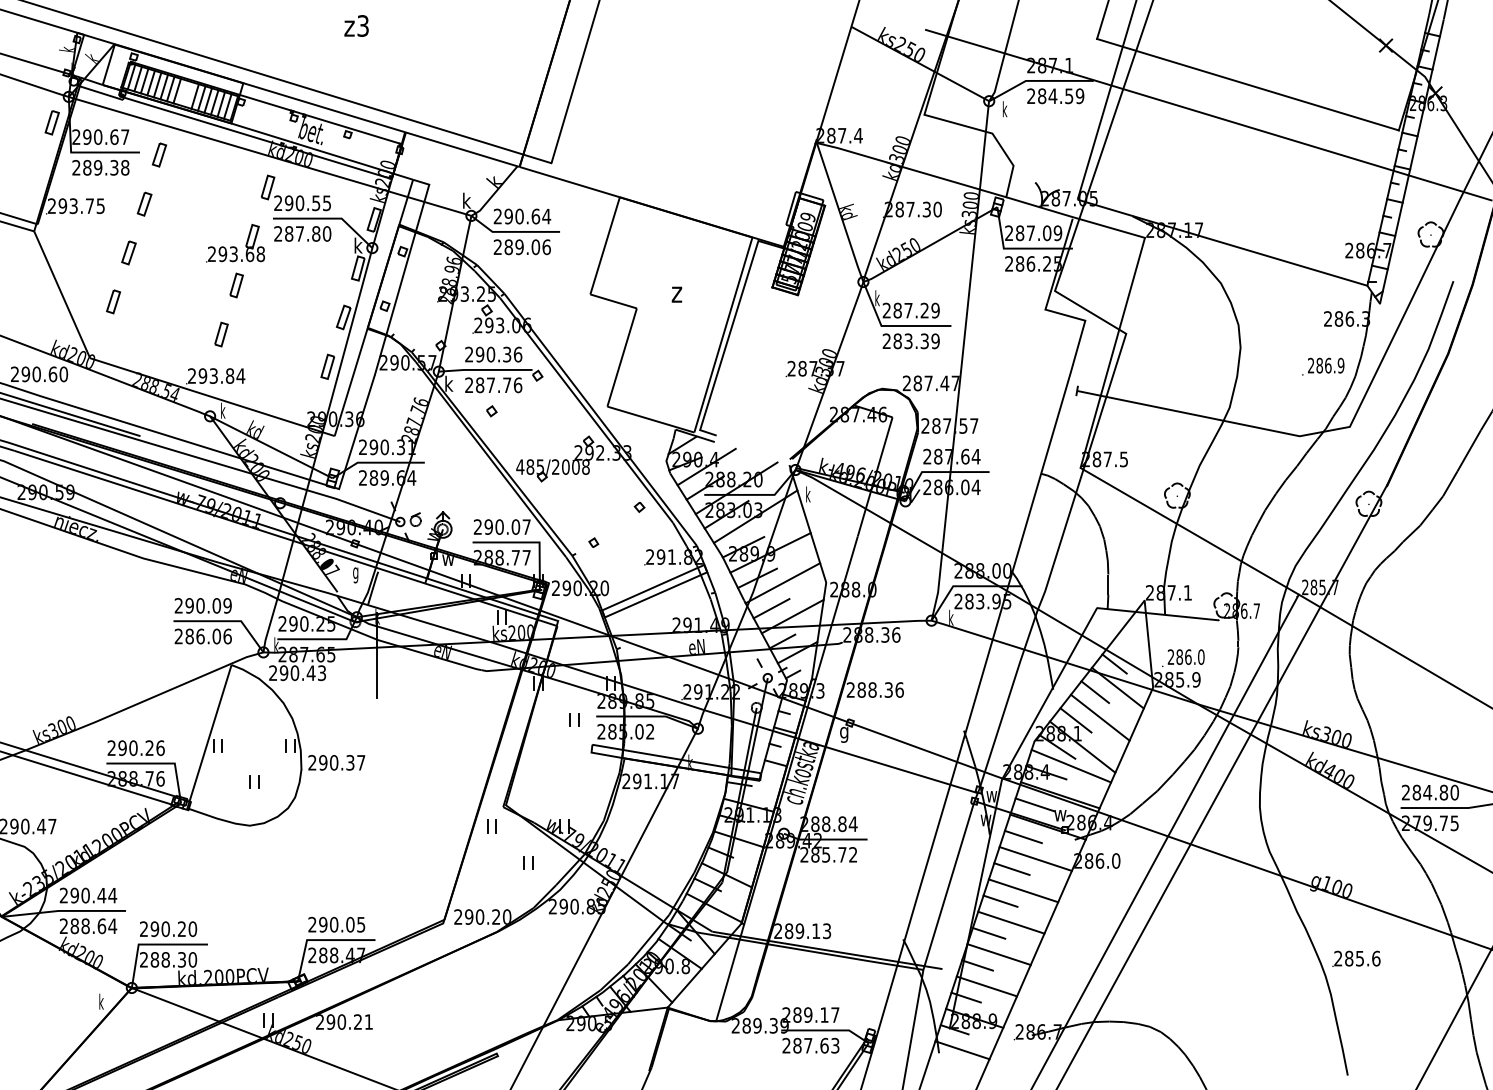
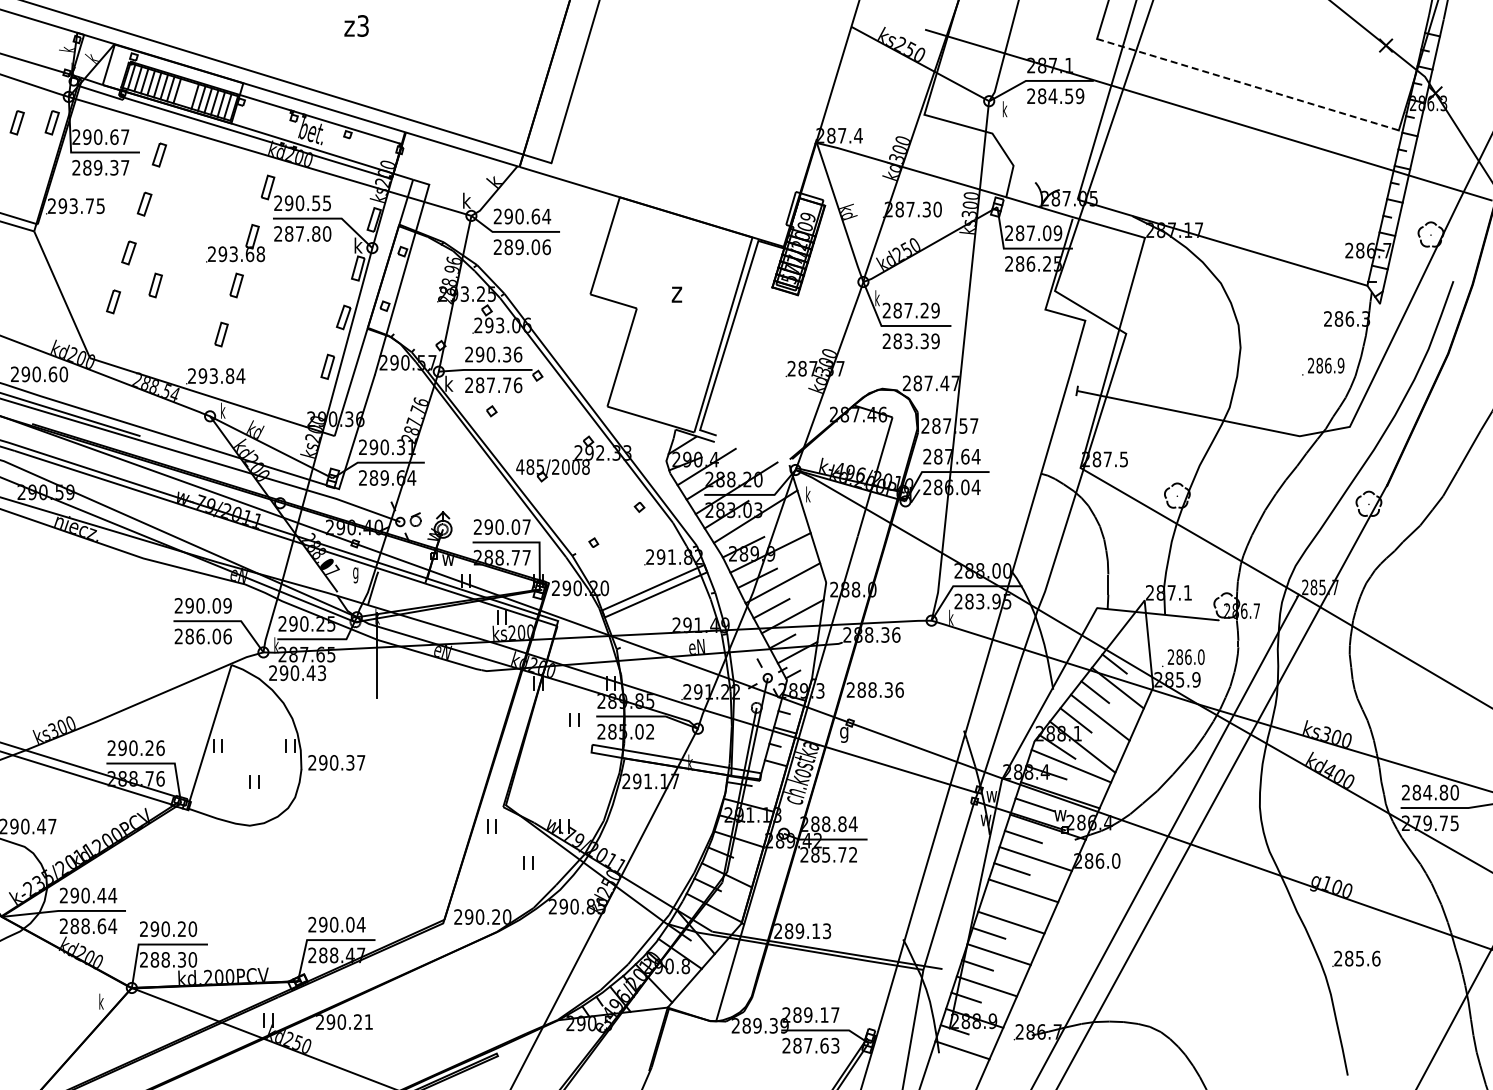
line at (1247, 84): solid -> dashed
part at (16, 122): none -> present
text at (125, 167): 289.38 -> 289.37
part at (155, 285): none -> present
line at (1000, 900): present -> none
text at (360, 924): 290.05 -> 290.04
